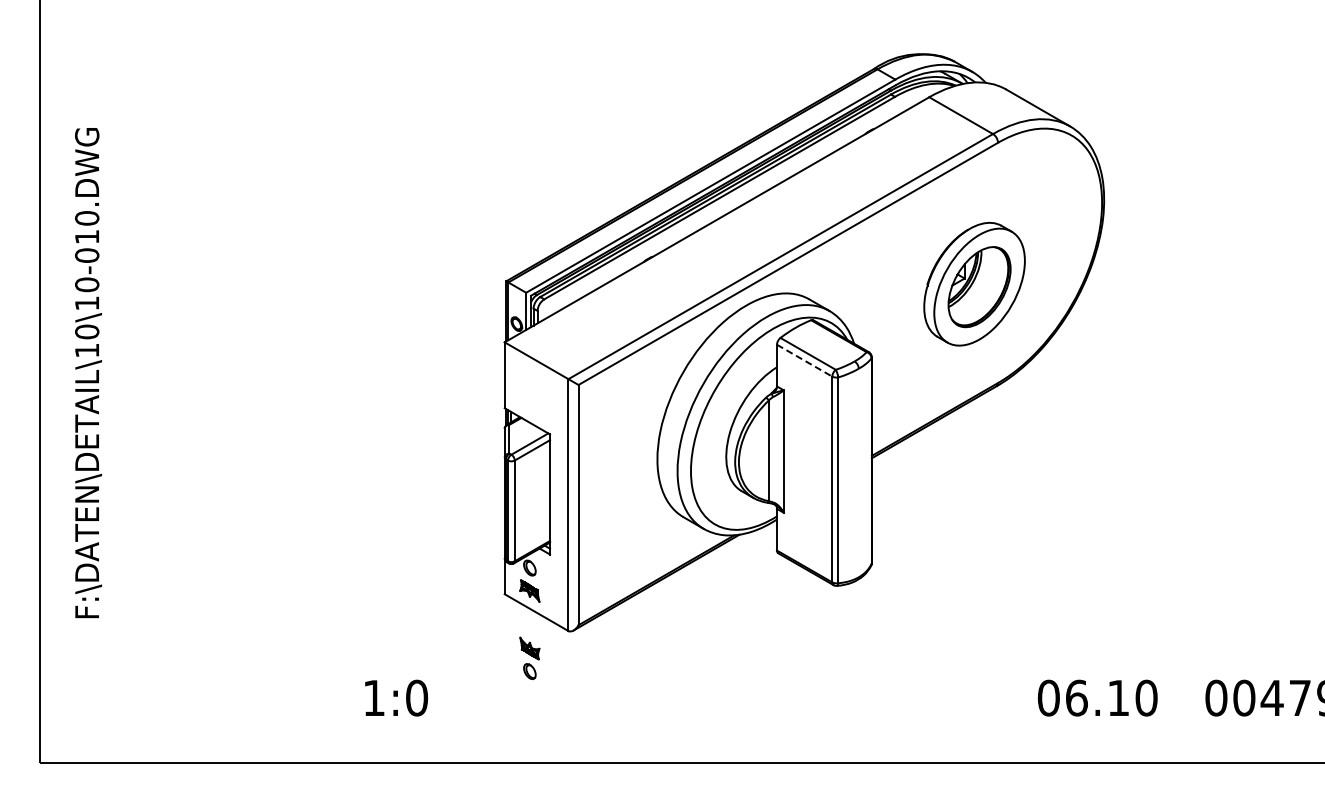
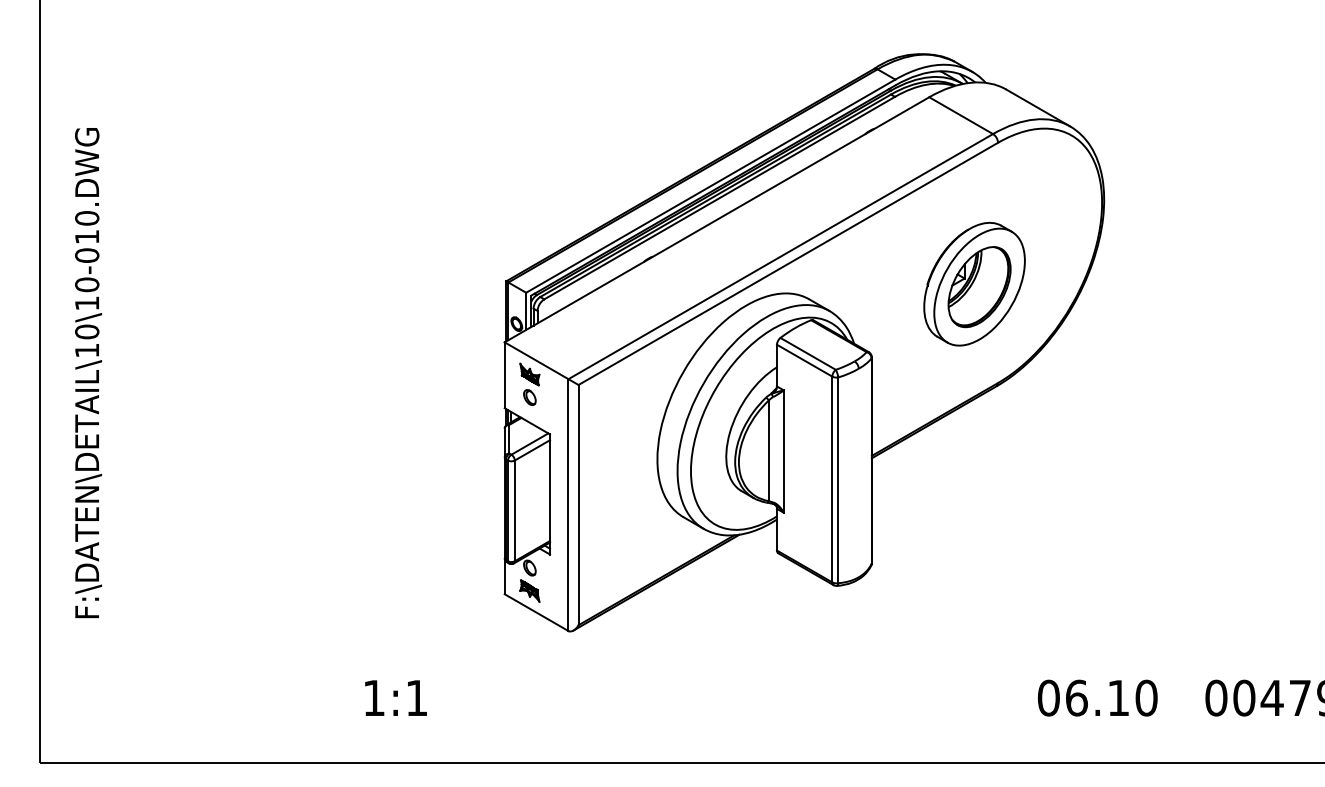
line at (804, 360): dashed -> solid
part at (529, 657) position: (529, 657) -> (529, 383)
text at (417, 697): 1:0 -> 1:1
